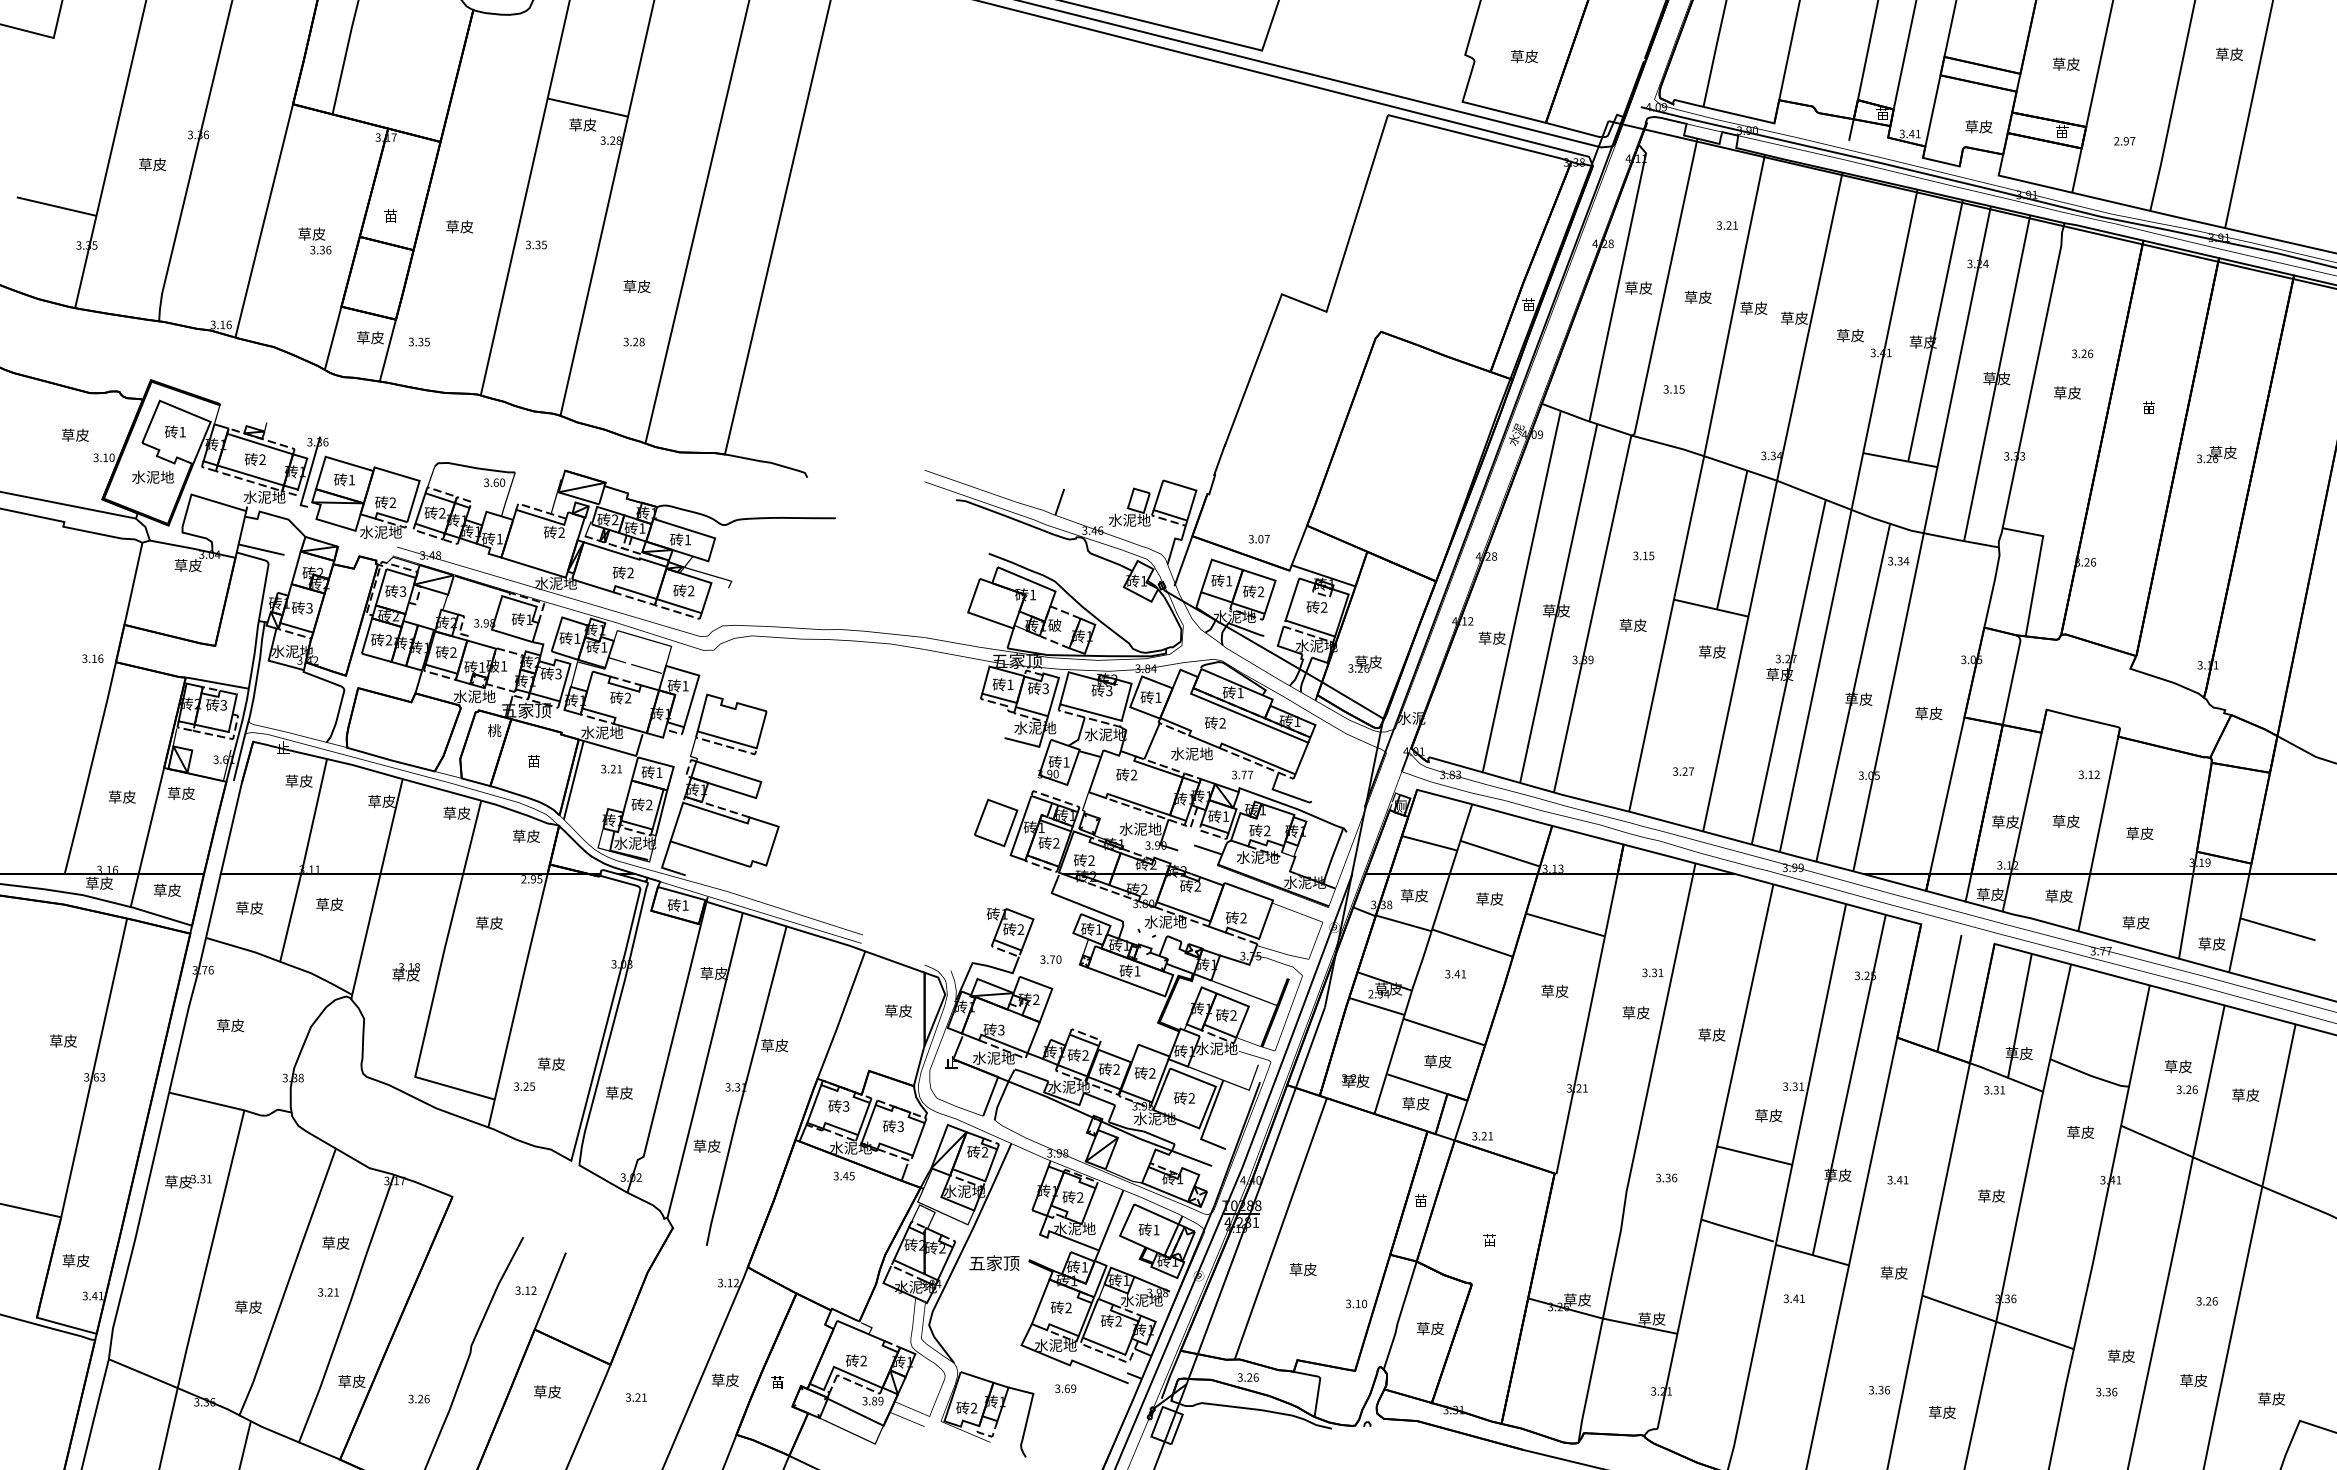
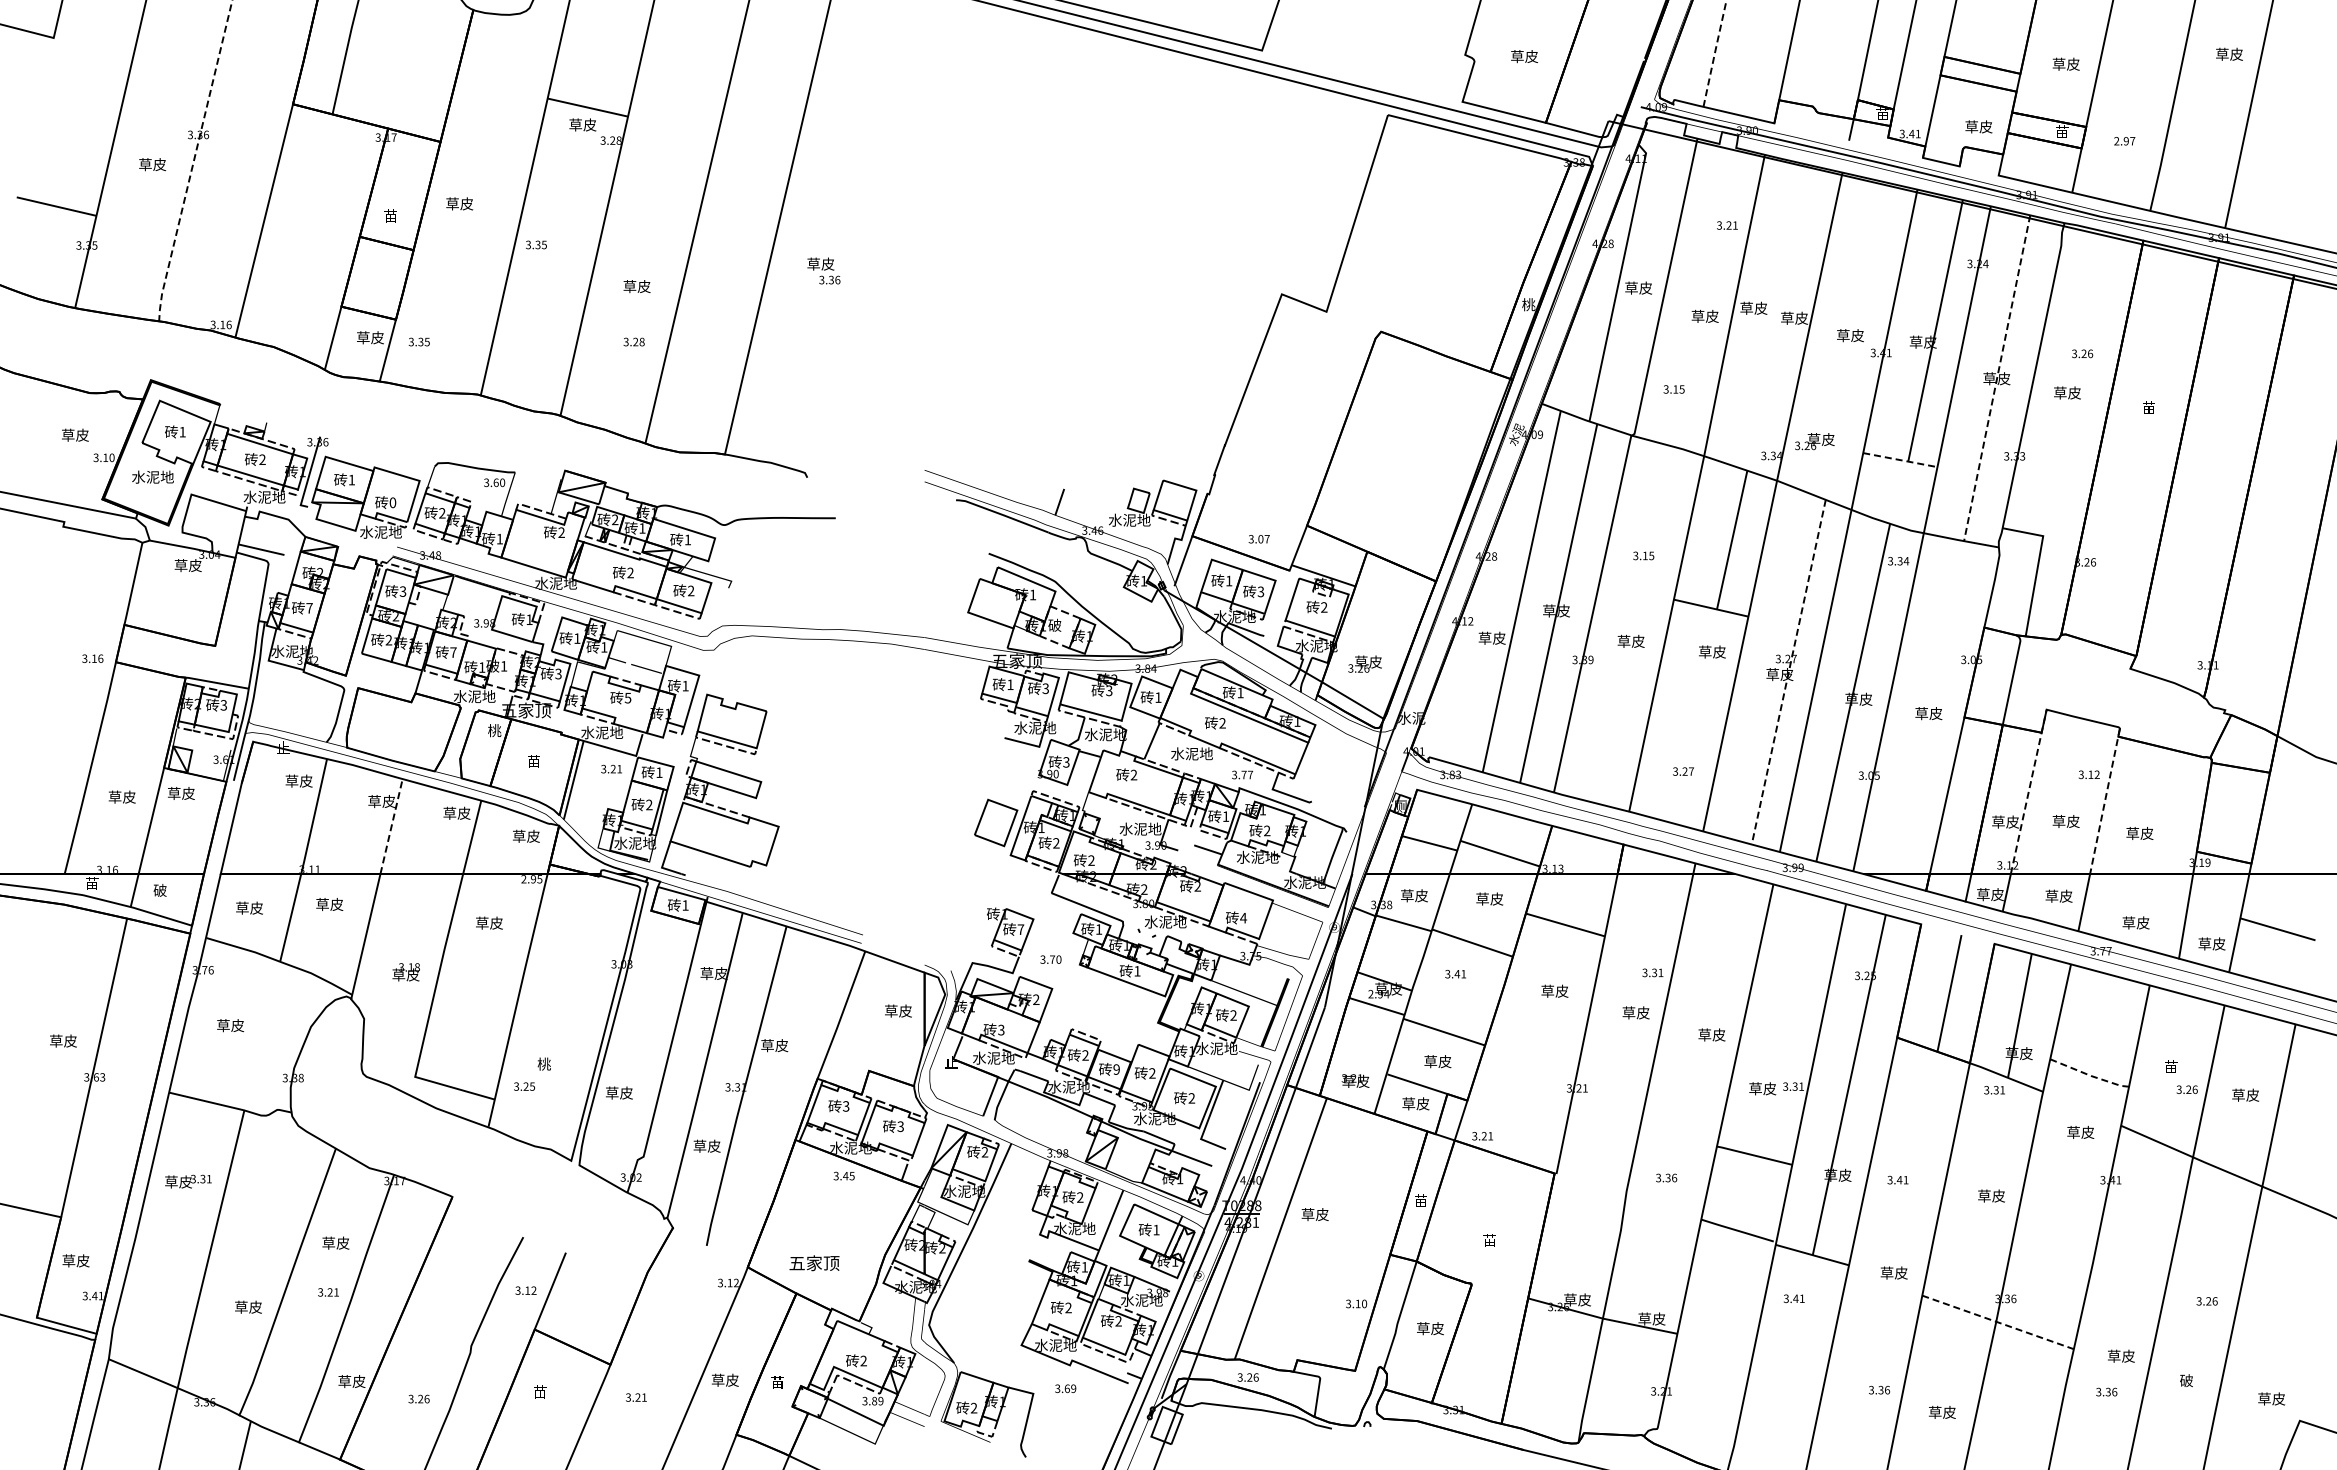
line at (1714, 53): solid -> dashed
line at (193, 162): solid -> dashed
text at (459, 226) position: (459, 226) -> (459, 203)
text at (314, 240) position: (314, 240) -> (823, 270)
text at (1697, 296) position: (1697, 296) -> (1704, 315)
text at (1528, 304): 苗 -> 桃
line at (1997, 378): solid -> dashed
text at (2216, 454) position: (2216, 454) -> (1814, 441)
line at (1900, 460): solid -> dashed
text at (392, 502): 2 -> 0
text at (1260, 592): 2 -> 3
text at (309, 607): 3 -> 7
text at (1632, 624) position: (1632, 624) -> (1630, 640)
text at (453, 652): 2 -> 7
line at (1788, 672): solid -> dashed
text at (628, 697): 2 -> 5
text at (1066, 762): 1 -> 3
line at (2028, 791): solid -> dashed
line at (2104, 801): solid -> dashed
line at (391, 826): solid -> dashed
text at (99, 882): 草皮 -> 苗
text at (166, 890): 草皮 -> 破
text at (1243, 917): 2 -> 4
text at (1020, 929): 2 -> 7
text at (550, 1063): 草皮 -> 桃
text at (2177, 1066): 草皮 -> 苗
text at (1116, 1069): 2 -> 9
line at (2090, 1075): solid -> dashed
text at (1768, 1115) position: (1768, 1115) -> (1762, 1088)
text at (994, 1263) position: (994, 1263) -> (814, 1263)
text at (1302, 1269) position: (1302, 1269) -> (1314, 1214)
line at (1998, 1322): solid -> dashed
text at (2193, 1380): 草皮 -> 破
text at (547, 1391): 草皮 -> 苗
